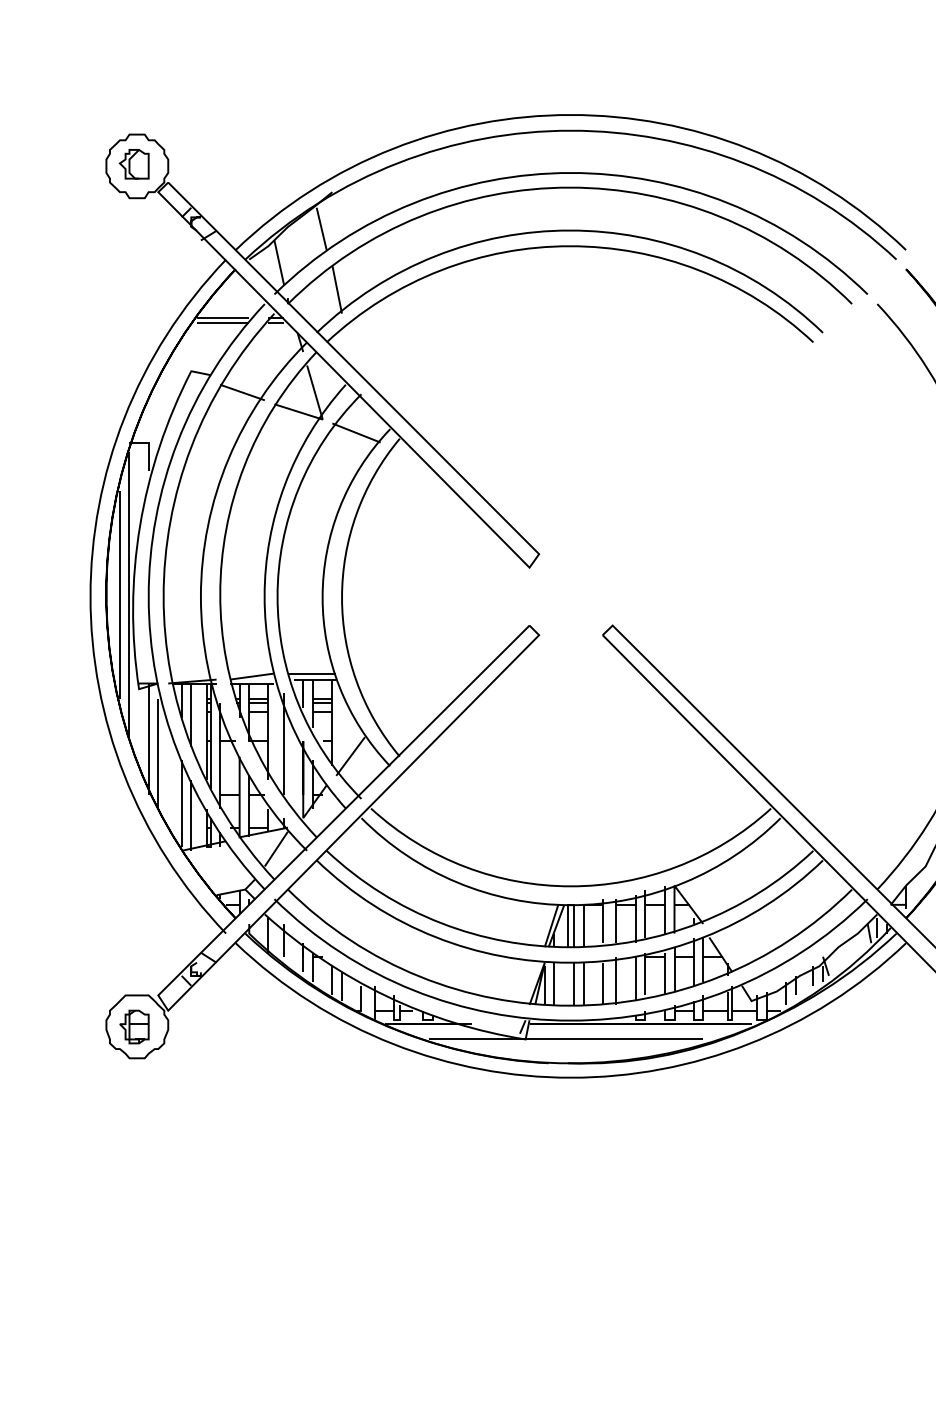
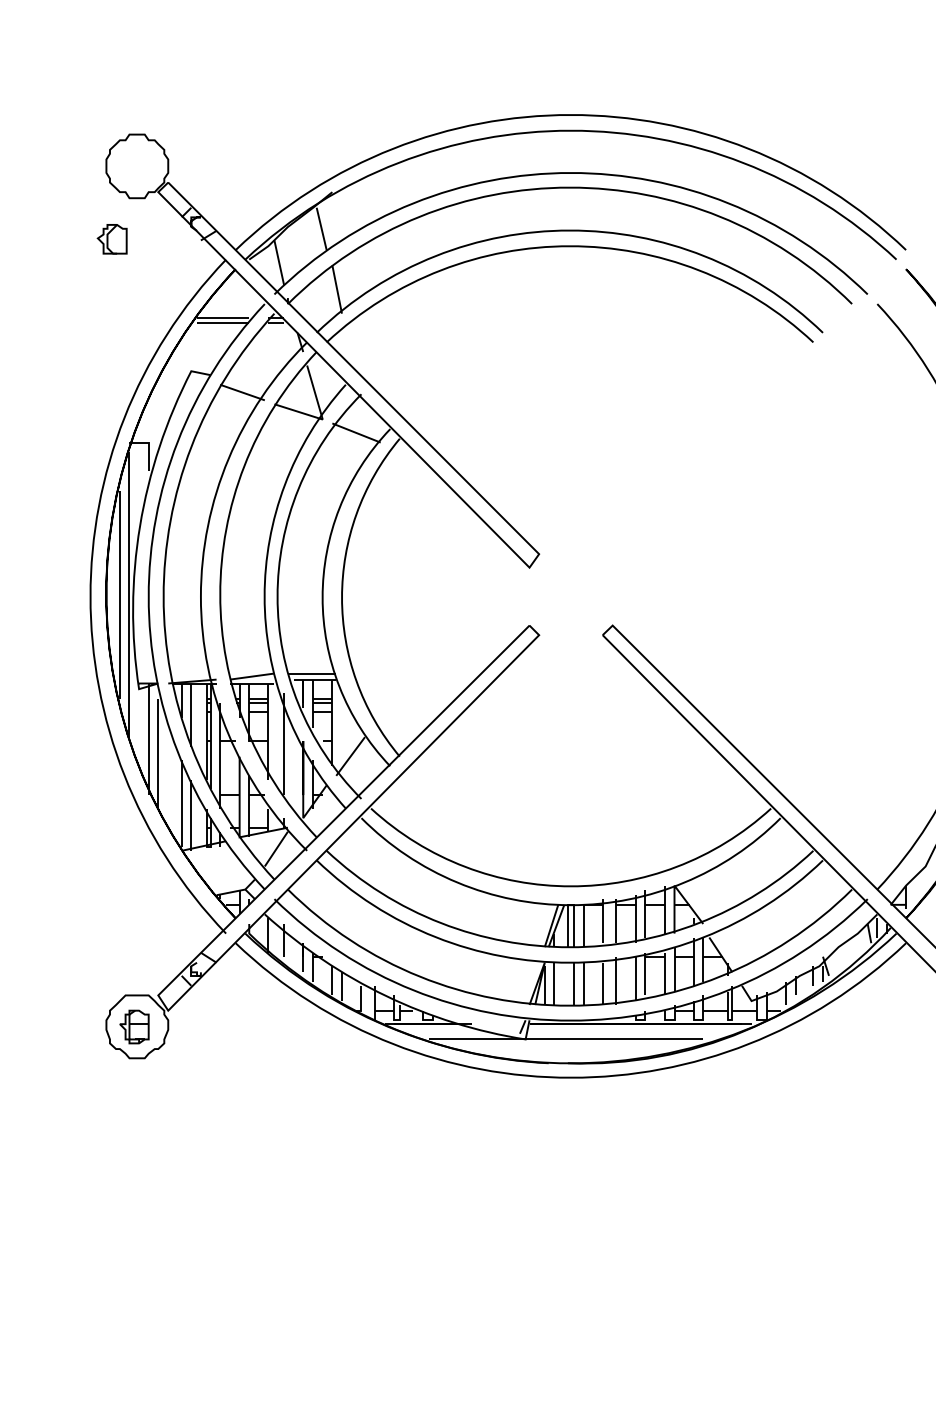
part at (133, 164) position: (133, 164) -> (111, 239)
